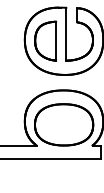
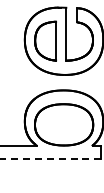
line at (50, 159): solid -> dashed
